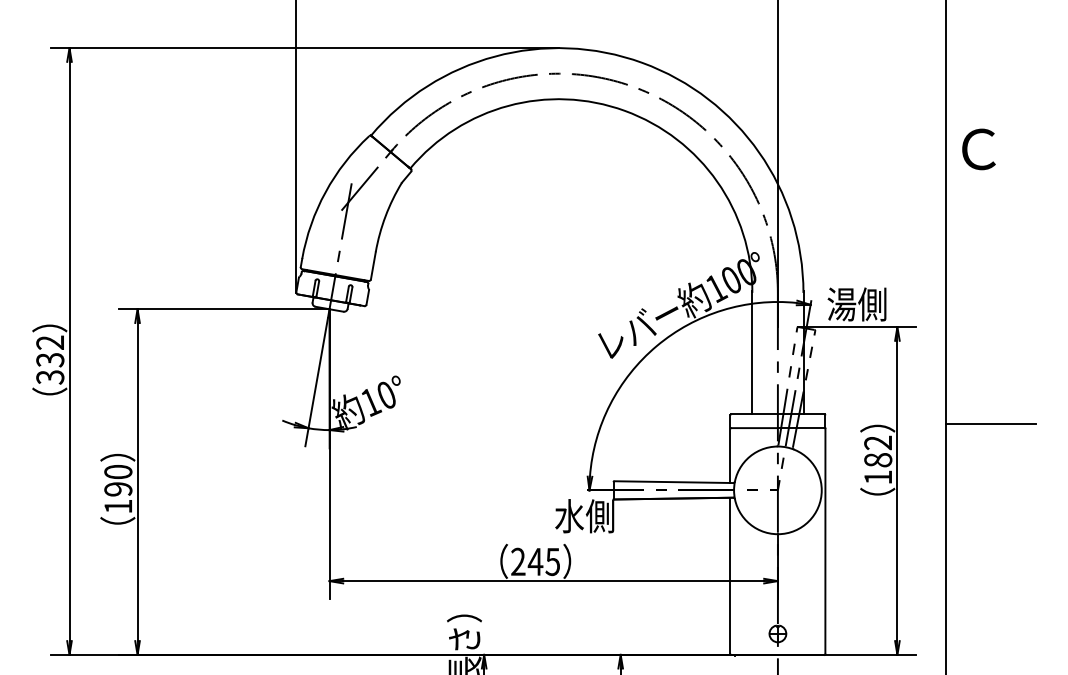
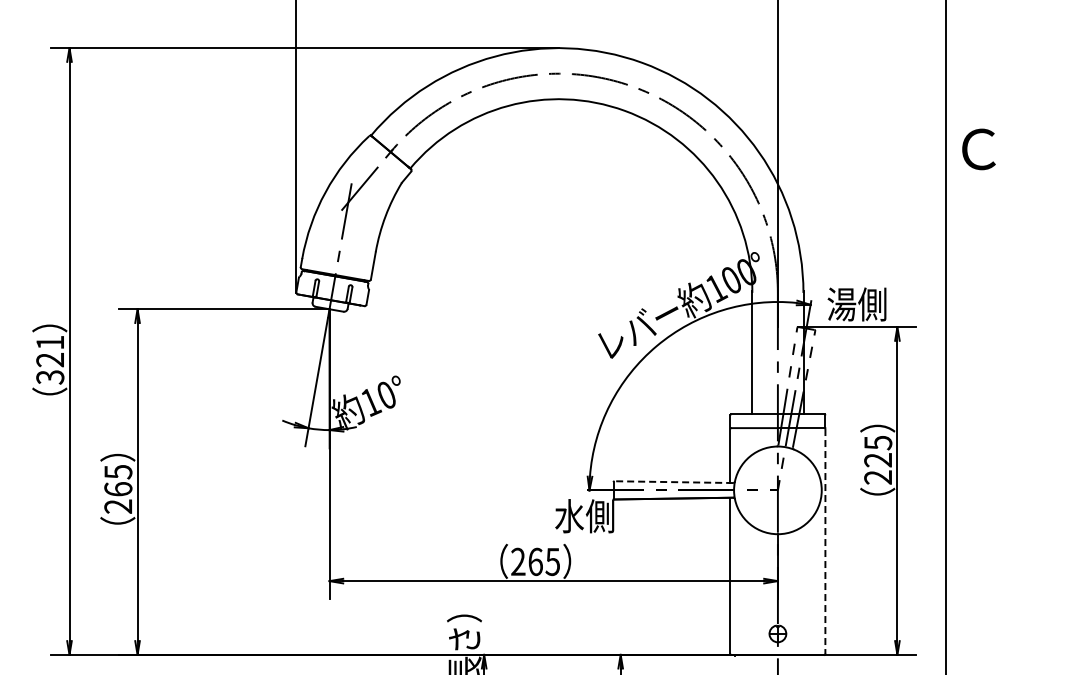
text at (50, 351): 332 -> 321
line at (990, 423): present -> none
text at (878, 459): 182 -> 225
line at (673, 482): solid -> dashed
text at (118, 489): 190 -> 265
line at (825, 541): solid -> dashed
text at (535, 561): 245 -> 265
